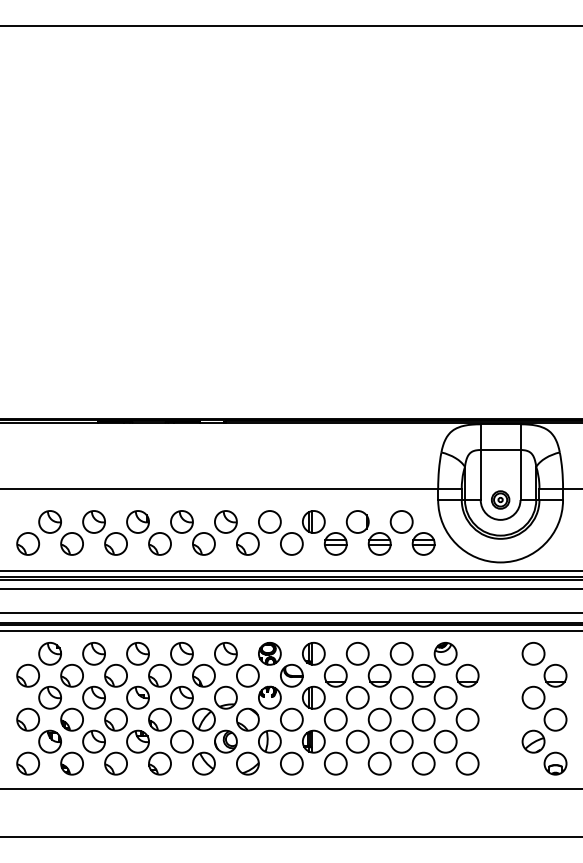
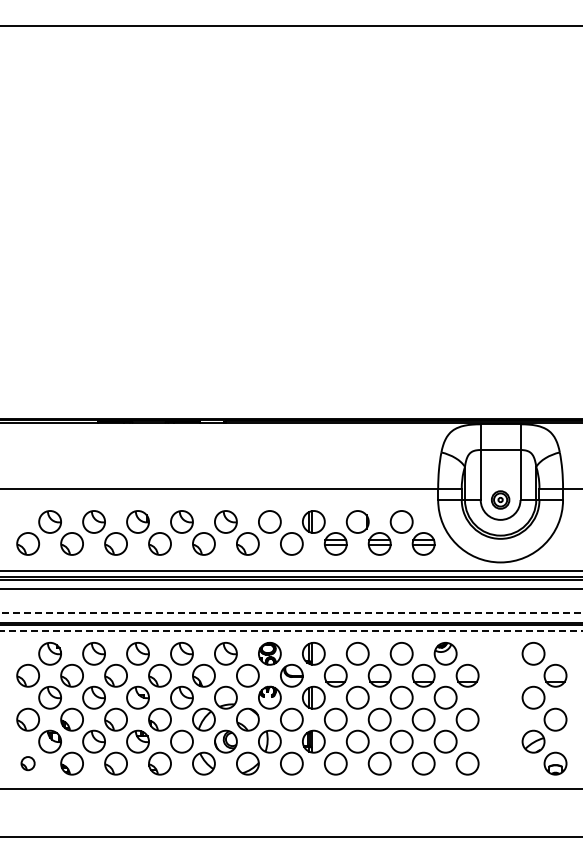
line at (291, 613): solid -> dashed
line at (291, 631): solid -> dashed
part at (27, 763) size: 24x25 px -> 16x16 px
